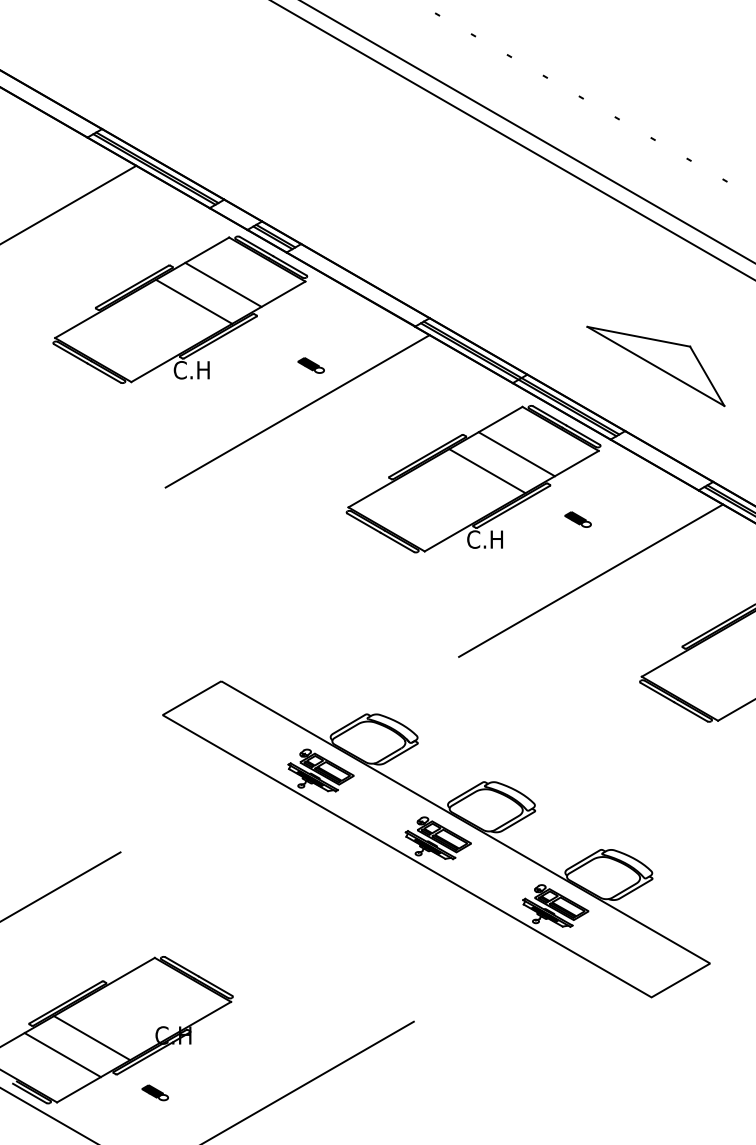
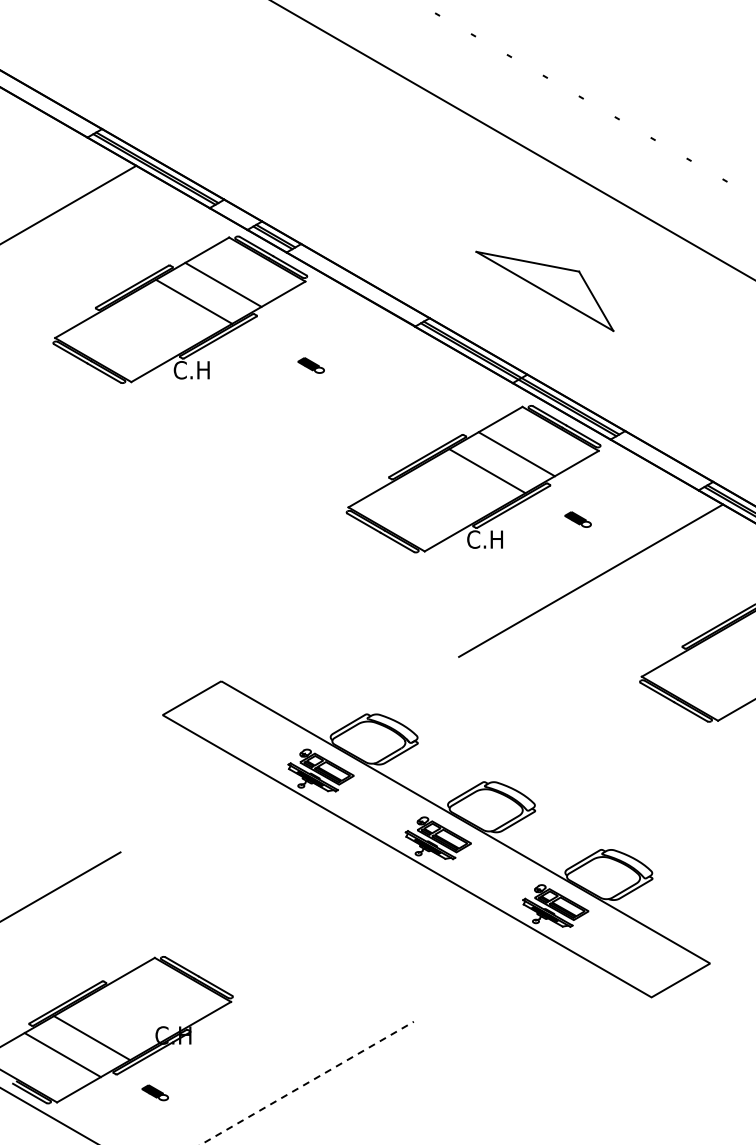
line at (527, 131): present -> none
part at (655, 366) position: (655, 366) -> (544, 291)
line at (297, 411): present -> none
line at (307, 1083): solid -> dashed
